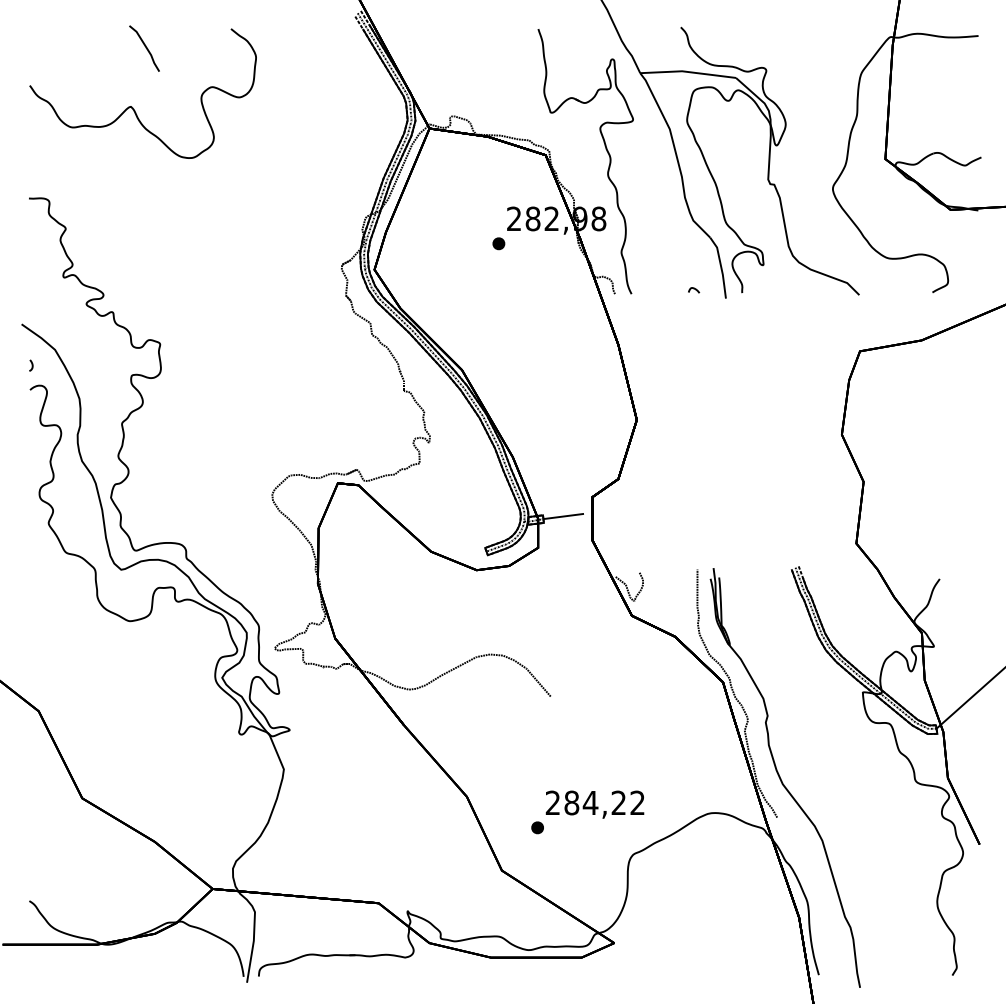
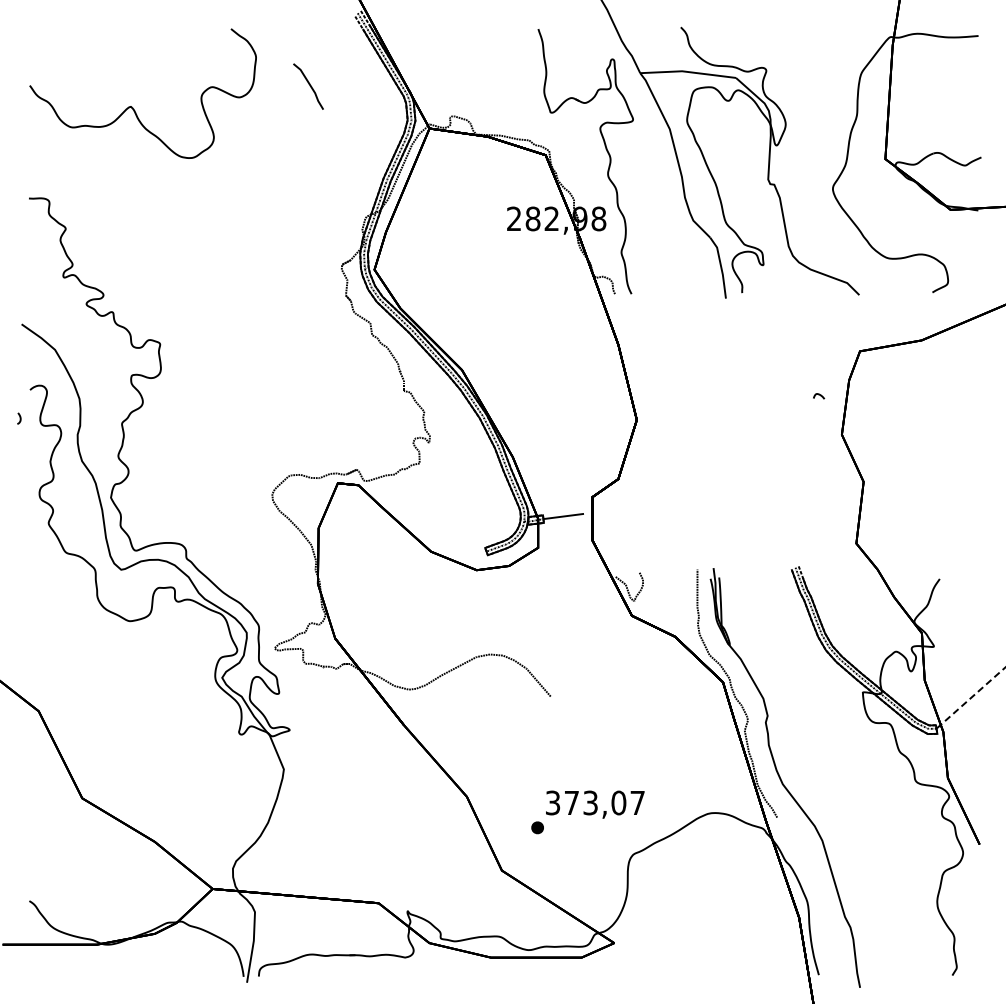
curve at (145, 48) position: (145, 48) -> (309, 86)
part at (498, 243): present -> none
curve at (694, 289) position: (694, 289) -> (819, 395)
curve at (31, 365) position: (31, 365) -> (19, 418)
line at (970, 698): solid -> dashed
text at (594, 802): 284,22 -> 373,07
